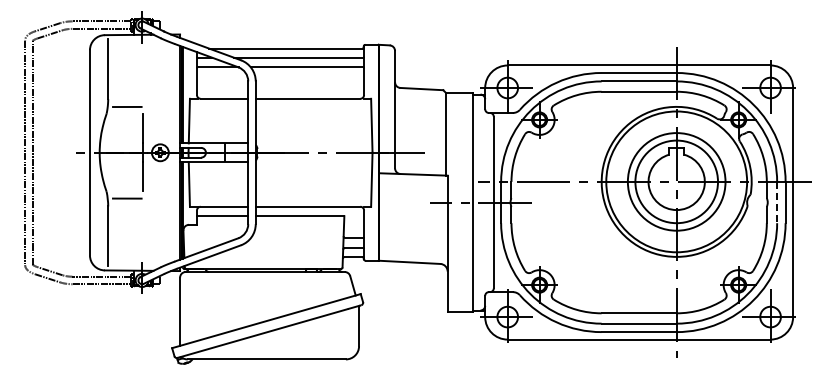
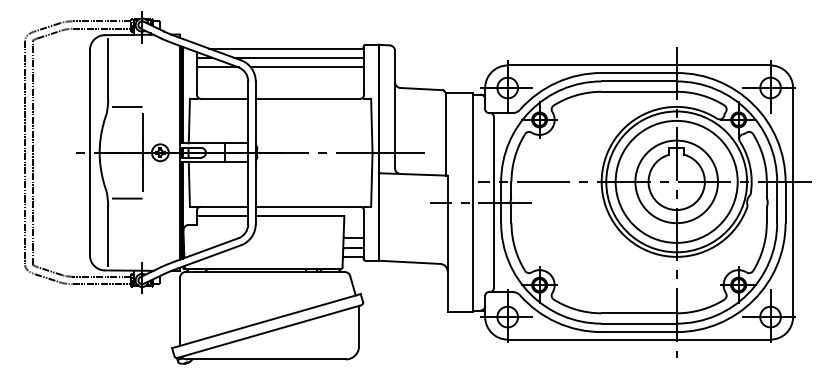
circle at (676, 181) diameter: 98 px -> 122 px
line at (777, 202): dashed -> solid
